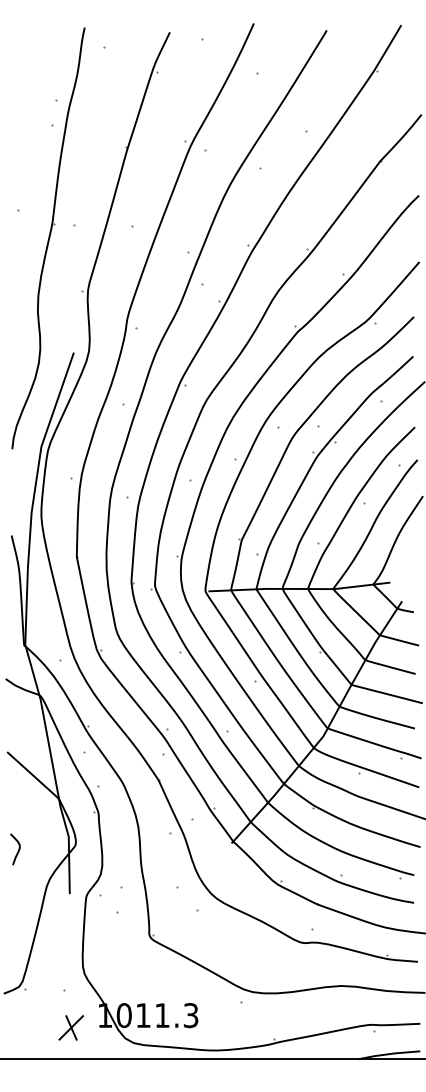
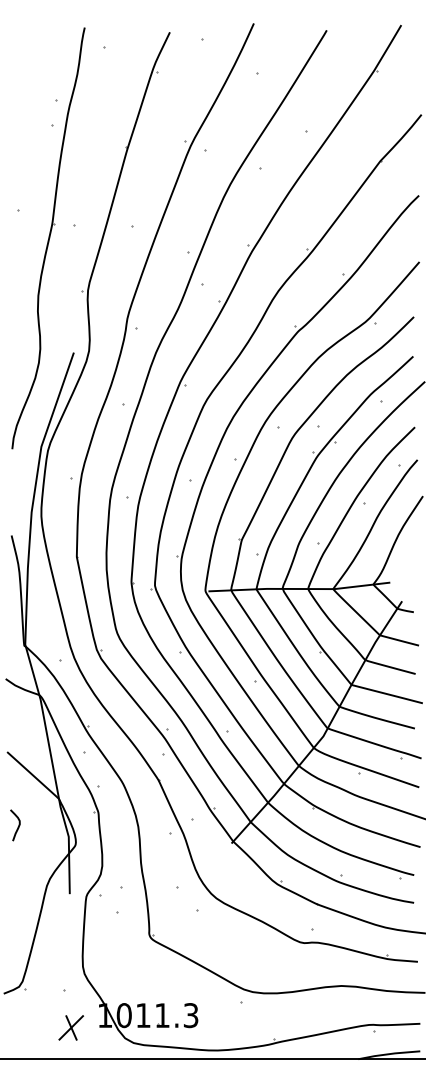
curve at (17, 851) position: (17, 851) -> (17, 827)
